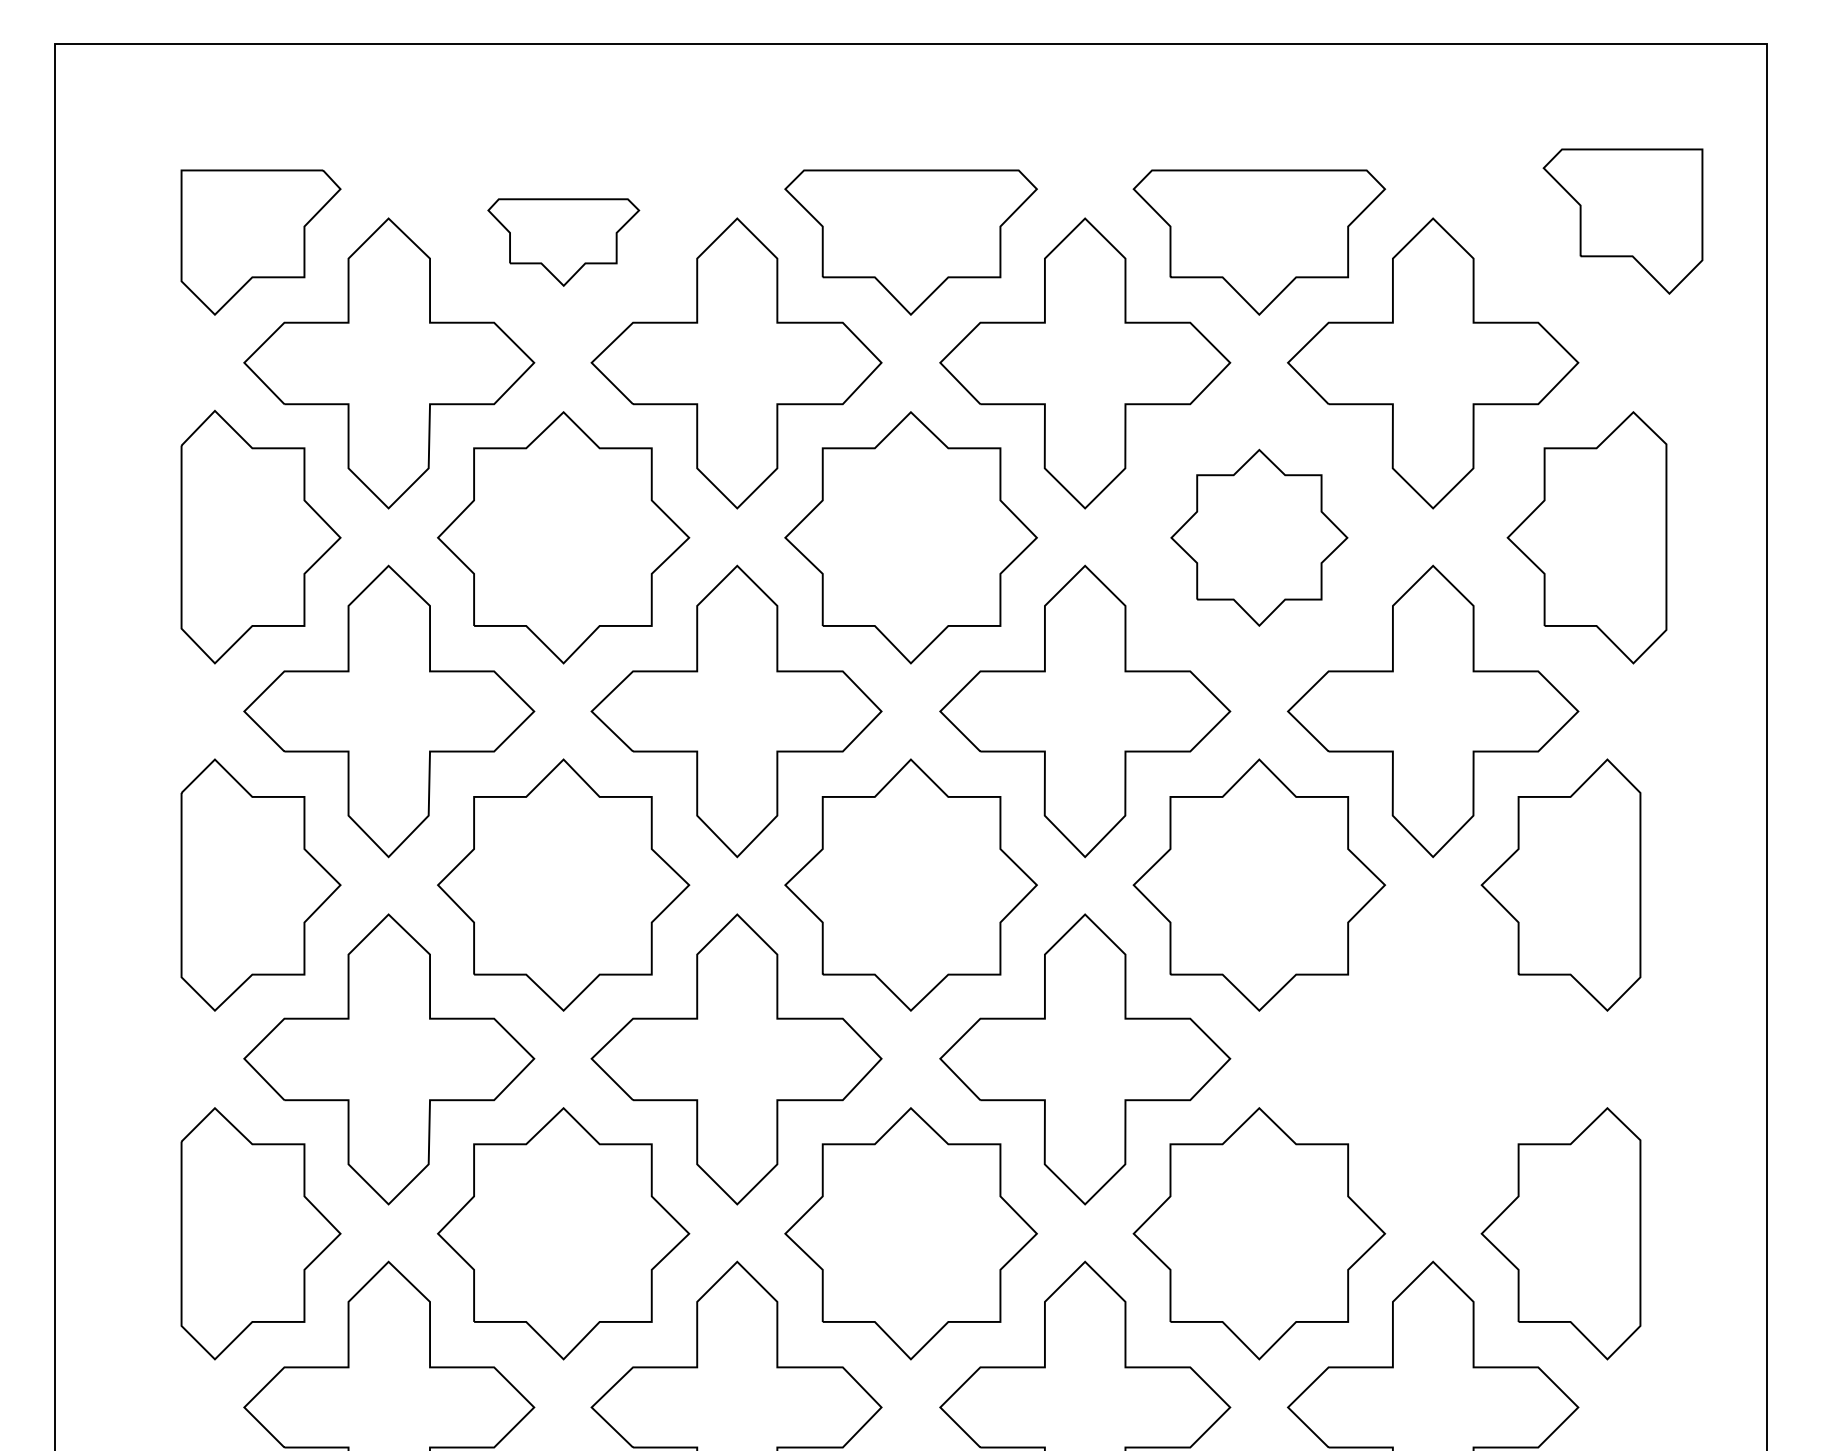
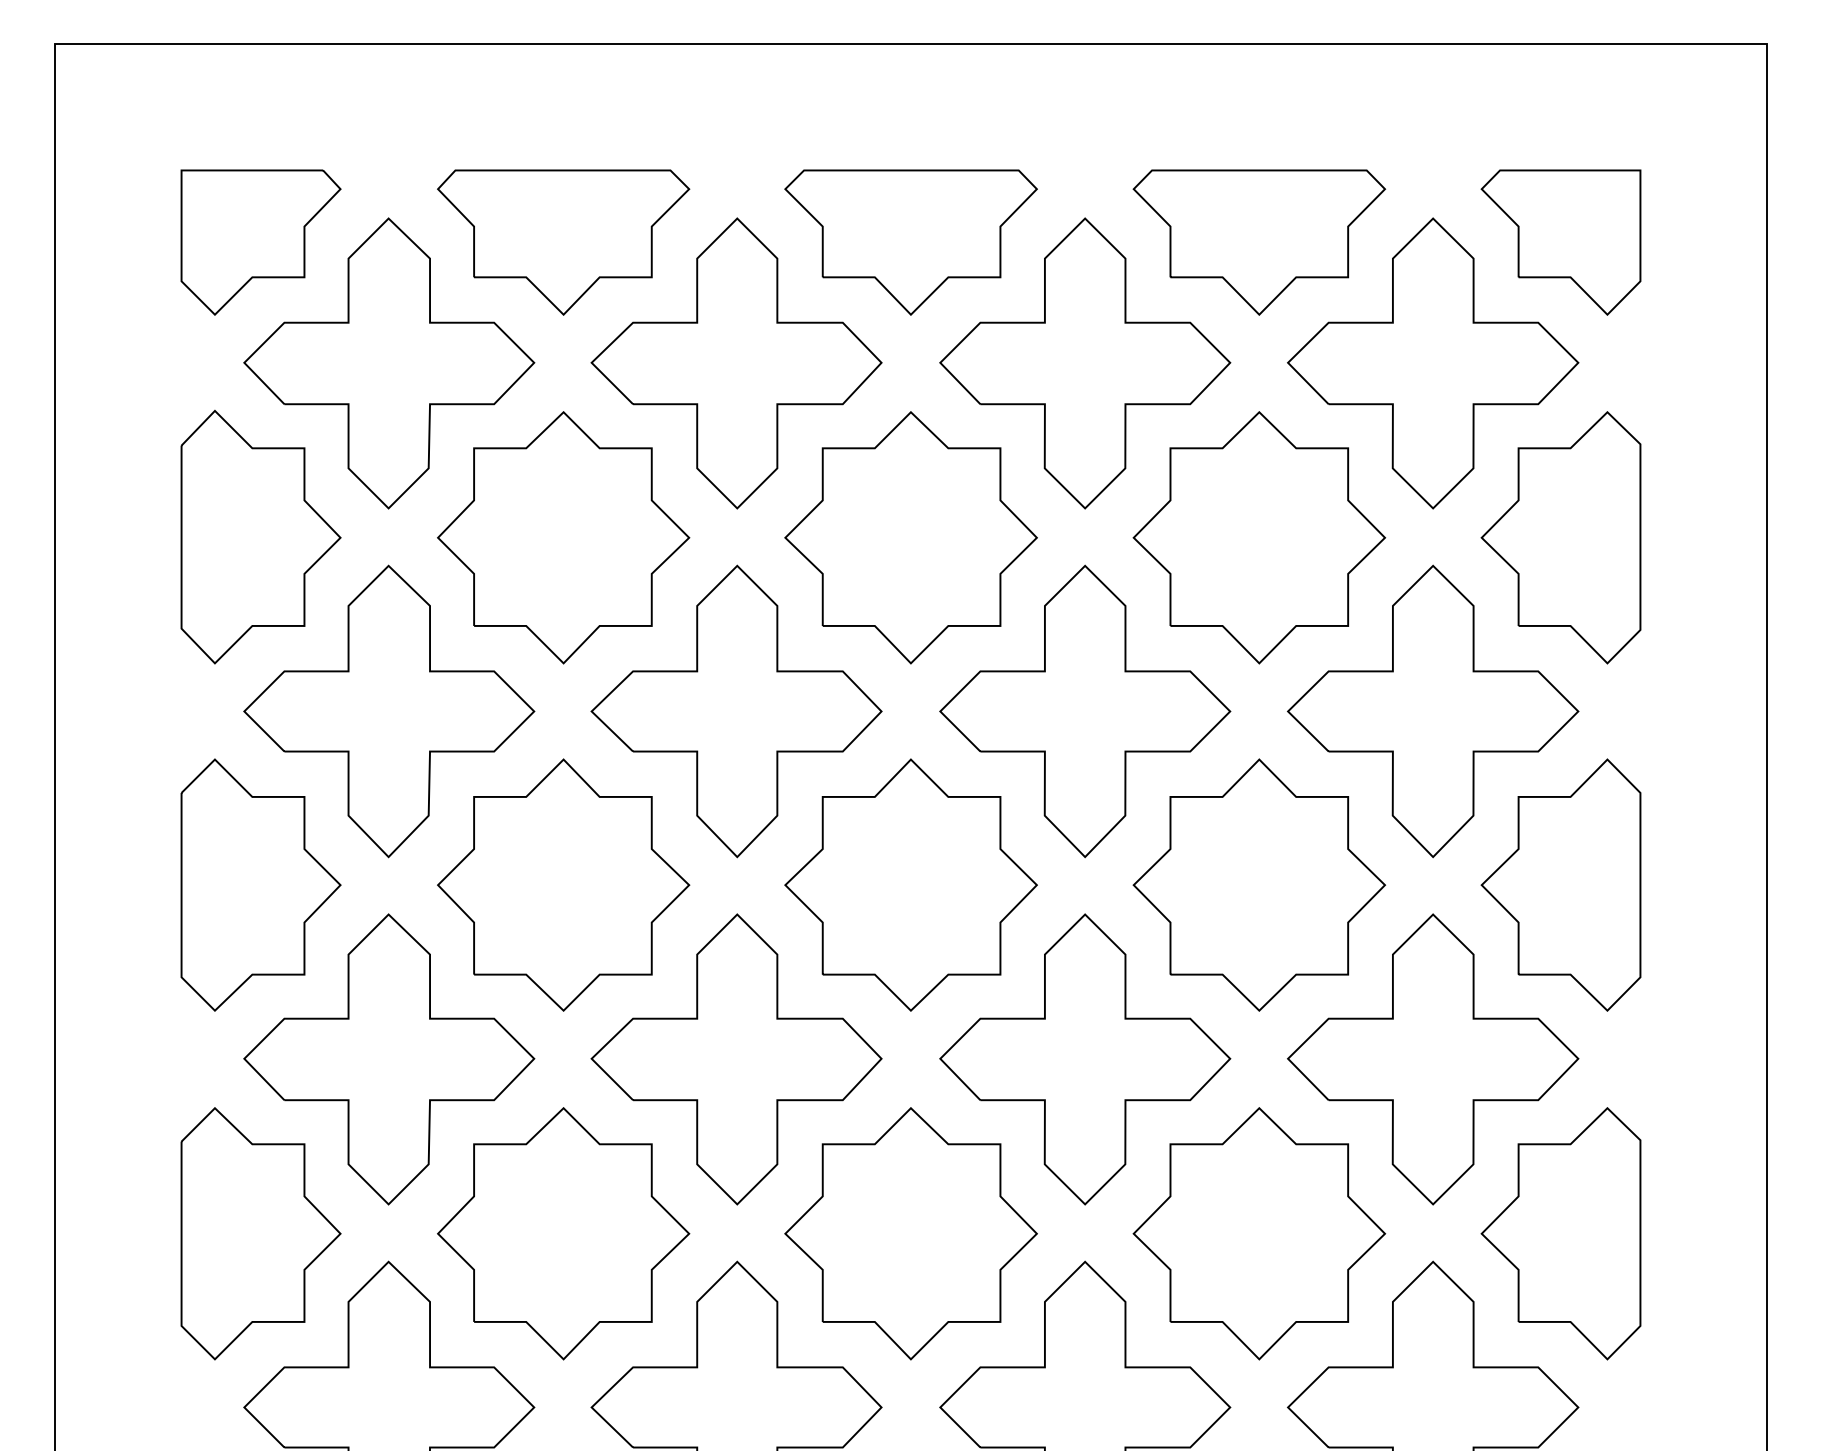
part at (1622, 221) position: (1622, 221) -> (1560, 242)
part at (563, 242) size: 154x89 px -> 254x147 px
part at (1259, 537) size: 179x179 px -> 255x254 px
part at (1586, 537) position: (1586, 537) -> (1560, 537)
part at (1433, 1059): none -> present
